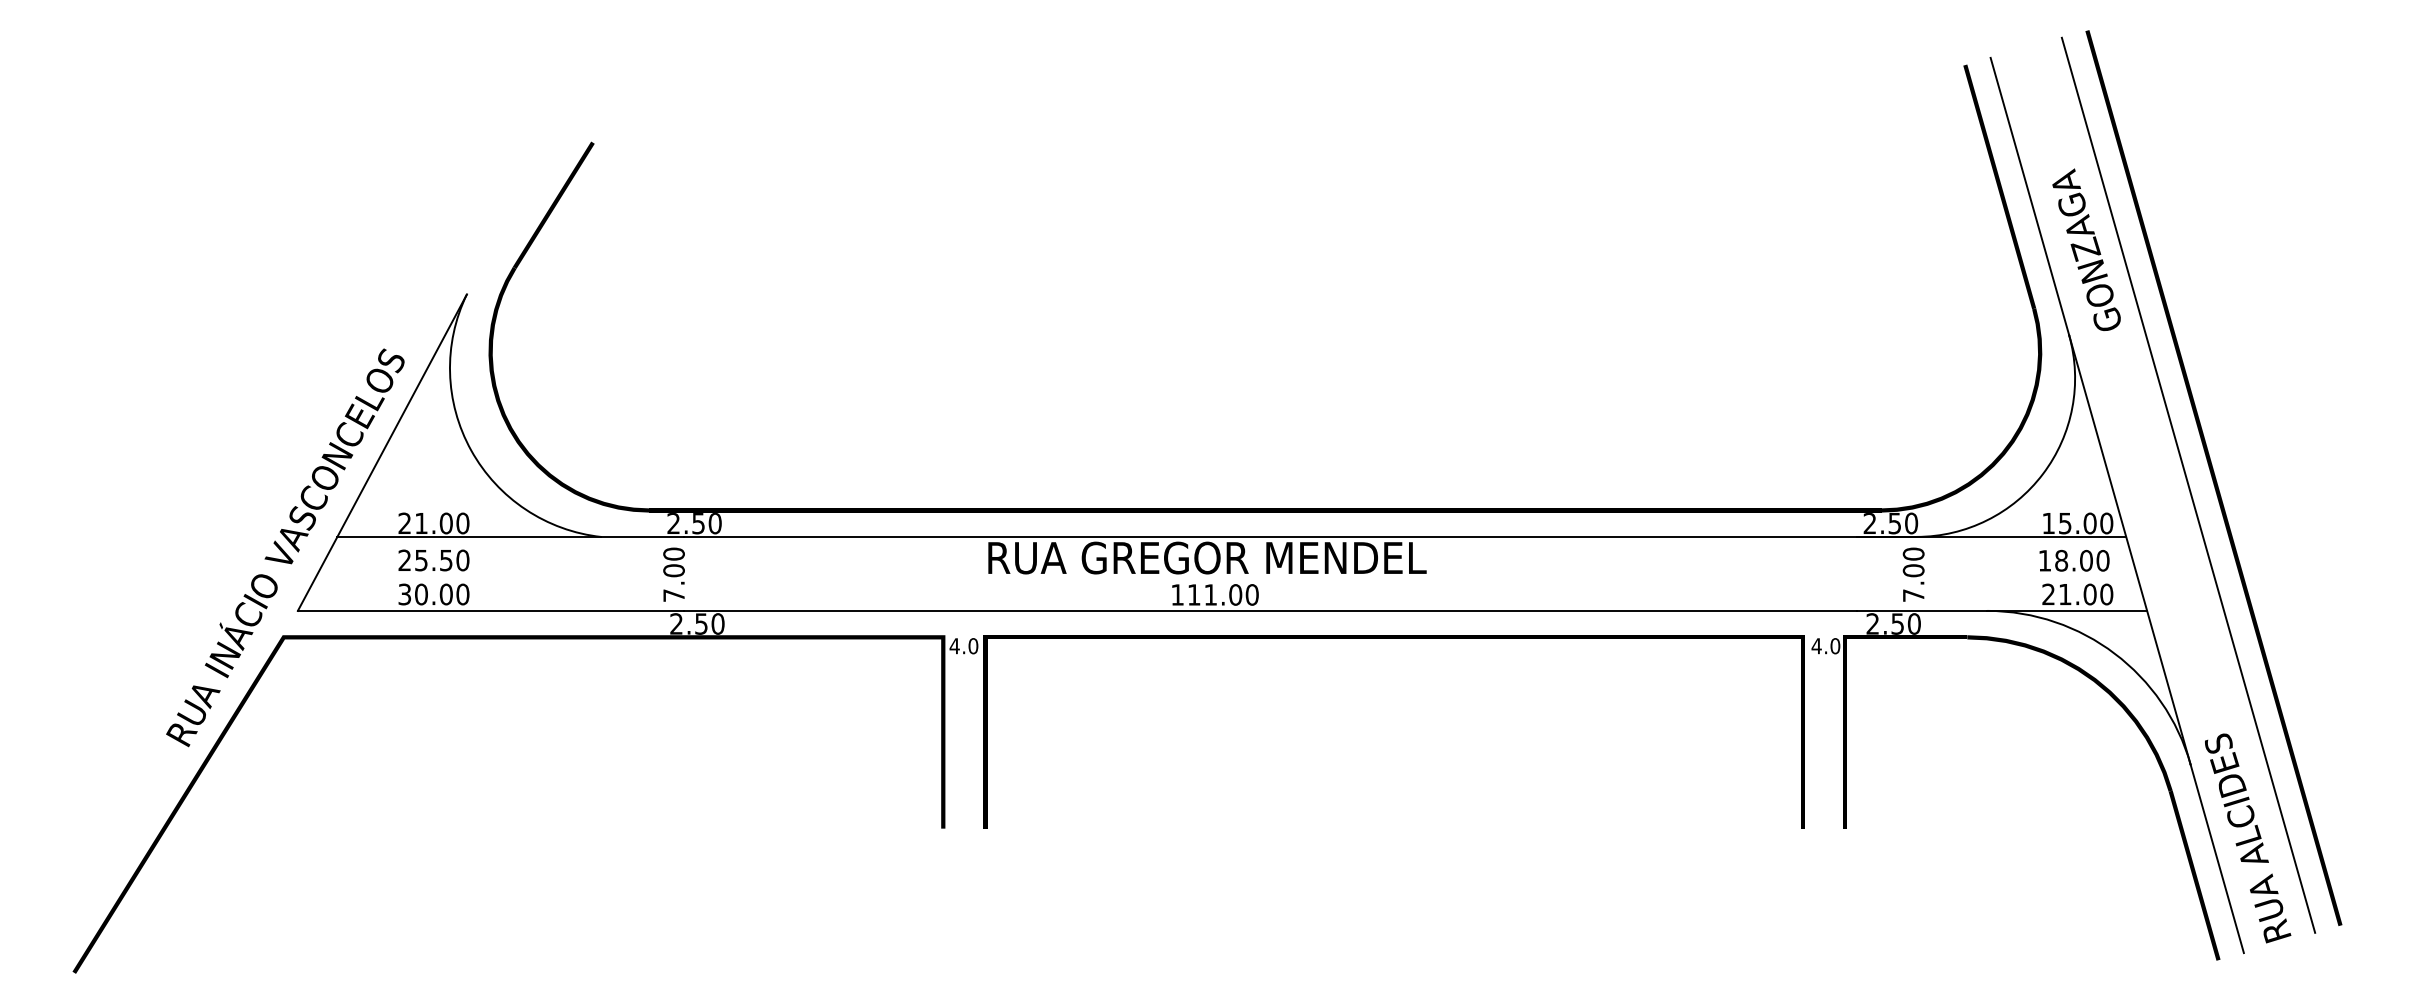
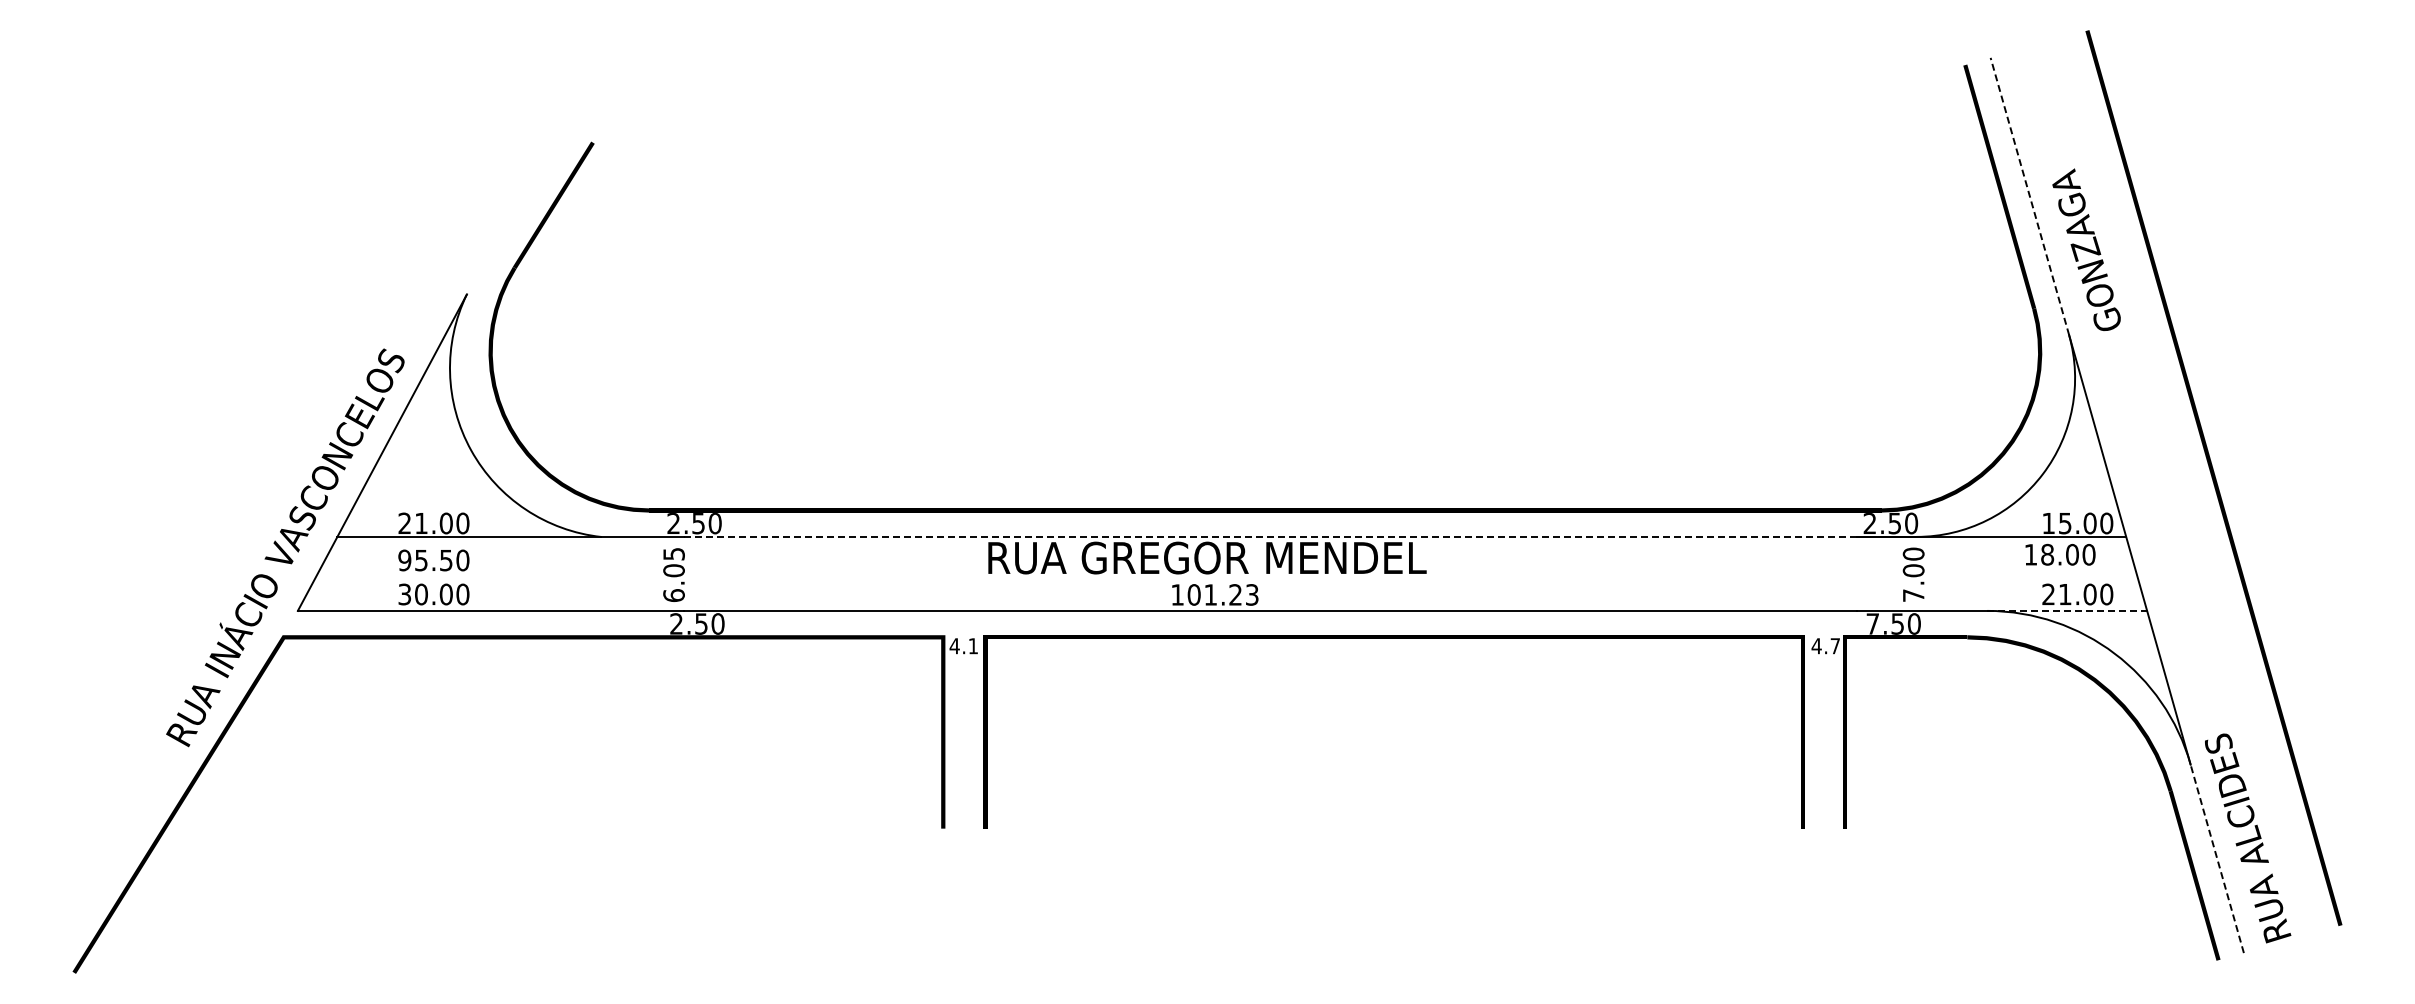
line at (2029, 196): solid -> dashed
line at (2188, 484): present -> none
line at (1270, 536): solid -> dashed
text at (404, 560): 25.50 -> 95.50
text at (2074, 560) position: (2074, 560) -> (2060, 554)
text at (673, 574): 7.00 -> 6.05
text at (1222, 594): 111.00 -> 101.23
line at (2067, 610): solid -> dashed
text at (1872, 623): 2.50 -> 7.50
text at (973, 646): 4.0 -> 4.1
text at (1835, 646): 4.0 -> 4.7
line at (2217, 858): solid -> dashed
